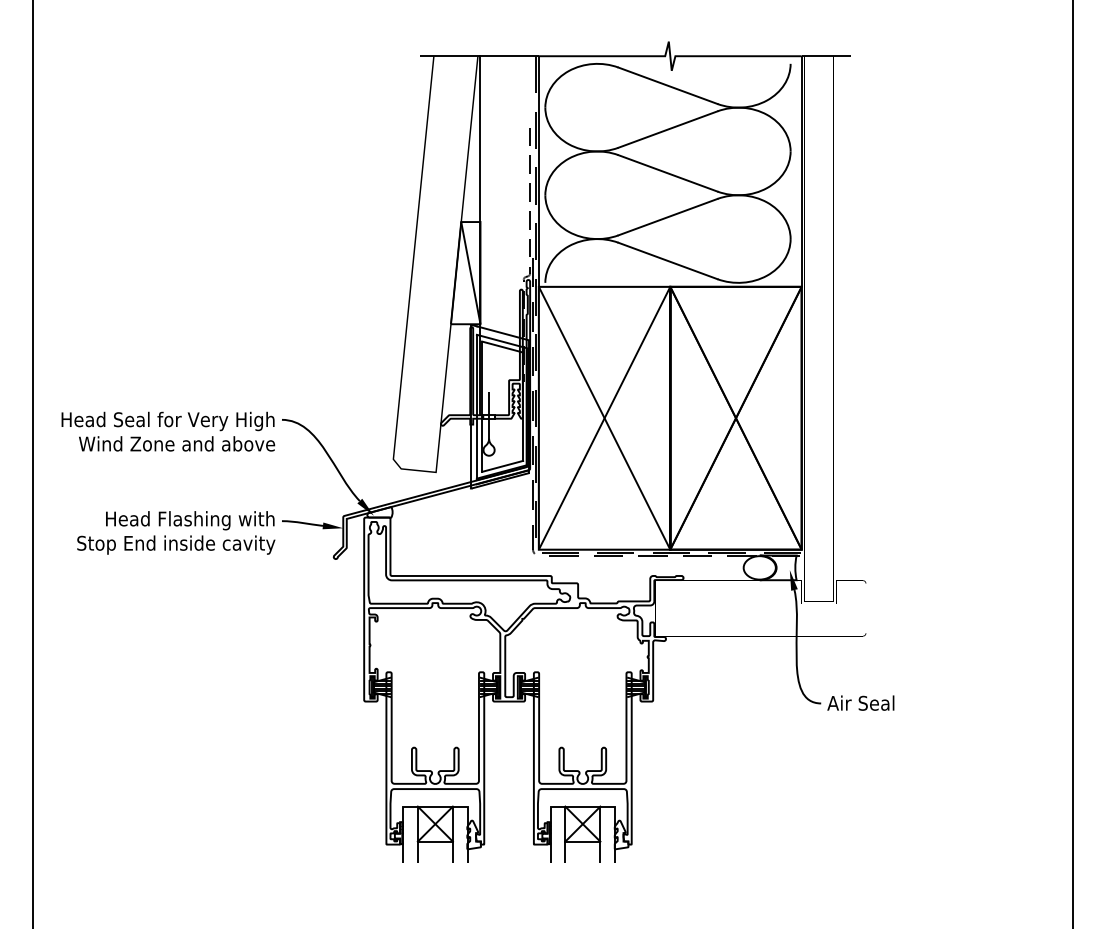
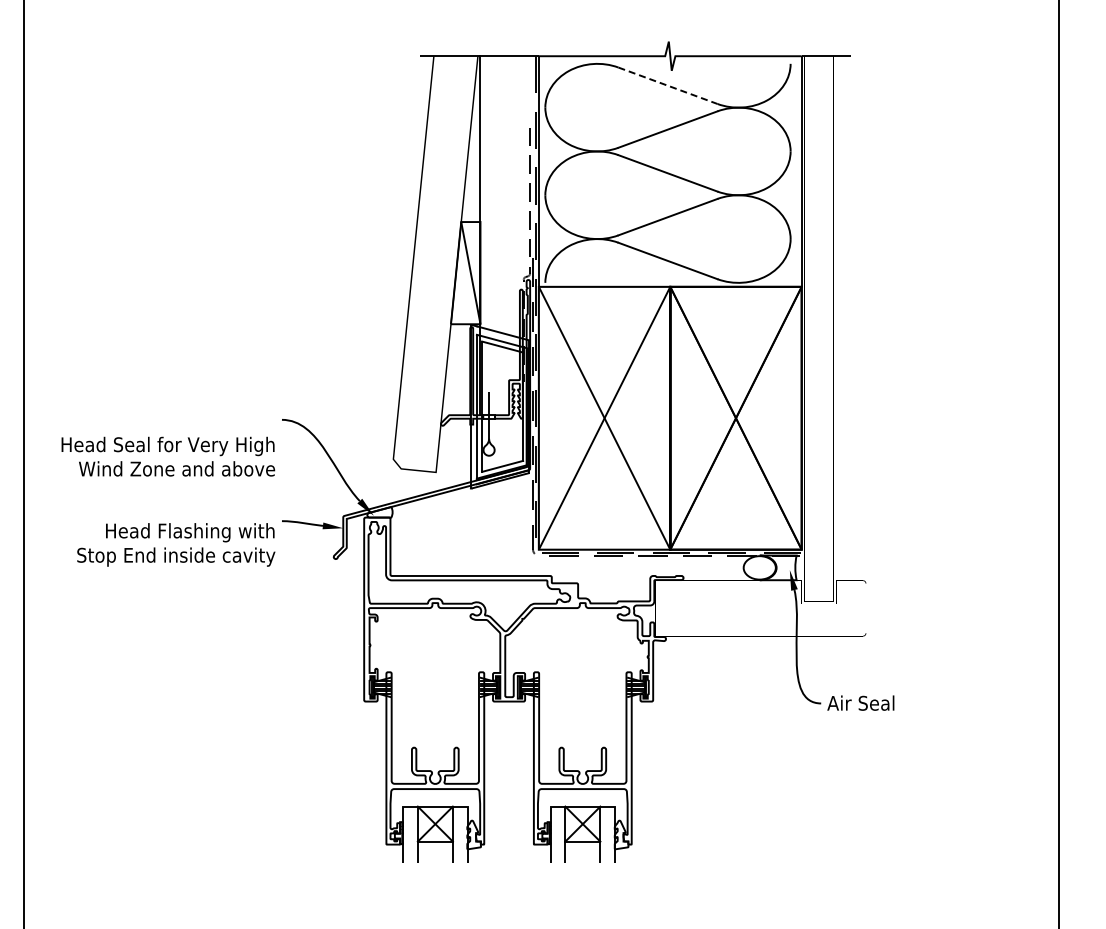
line at (667, 85): solid -> dashed
text at (168, 431) position: (168, 431) -> (168, 456)
line at (33, 463) position: (33, 463) -> (24, 463)
line at (1072, 463) position: (1072, 463) -> (1058, 463)
text at (176, 532) position: (176, 532) -> (176, 544)
